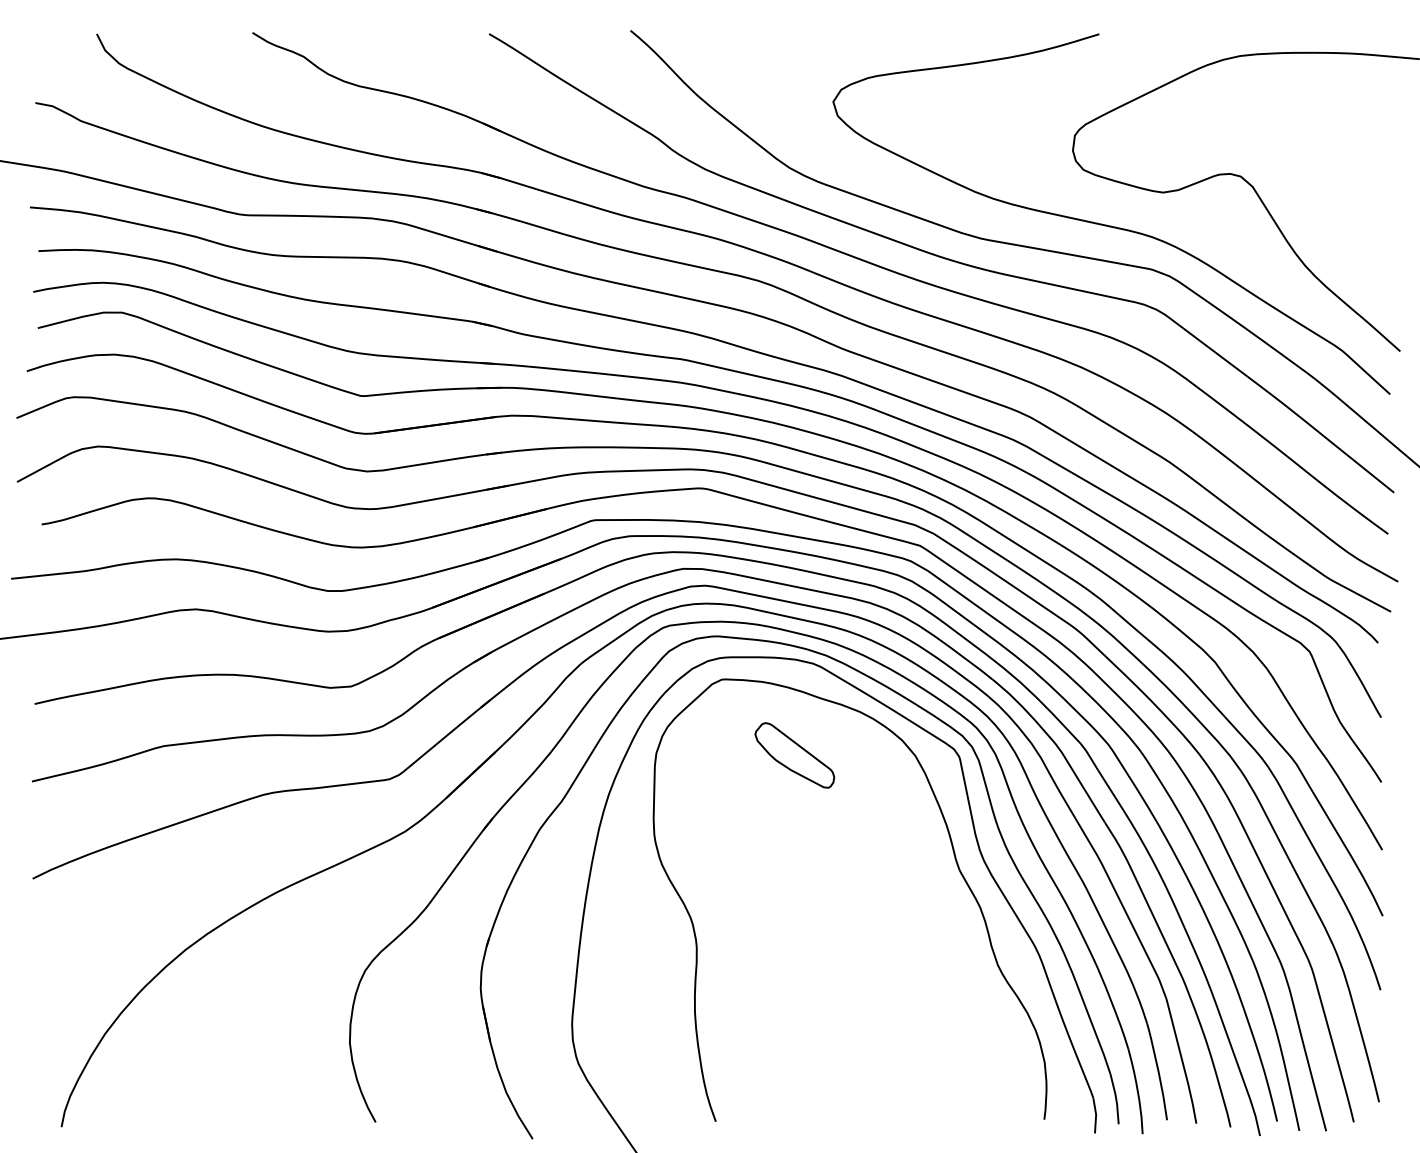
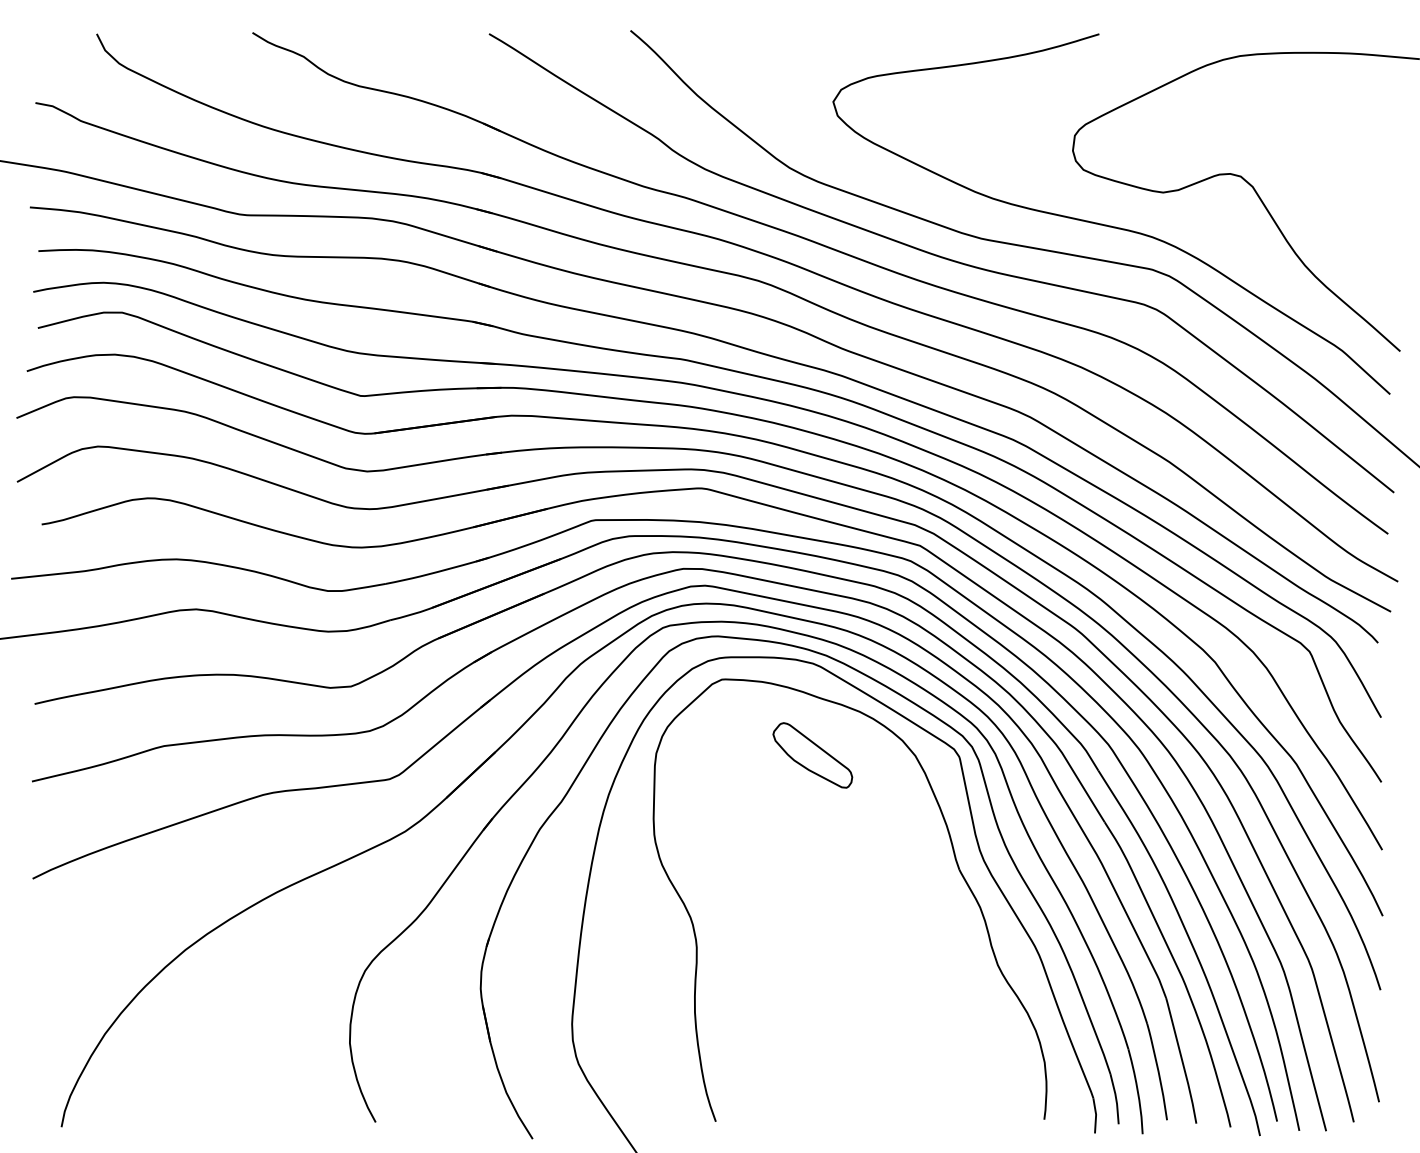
part at (794, 755) position: (794, 755) -> (812, 755)
